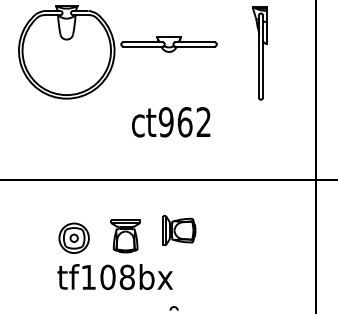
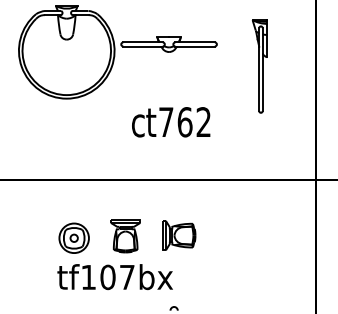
part at (259, 53) position: (259, 53) -> (259, 66)
text at (165, 122): t962 -> t762
part at (179, 230) position: (179, 230) -> (179, 235)
text at (126, 277): tf108bx -> tf107bx
